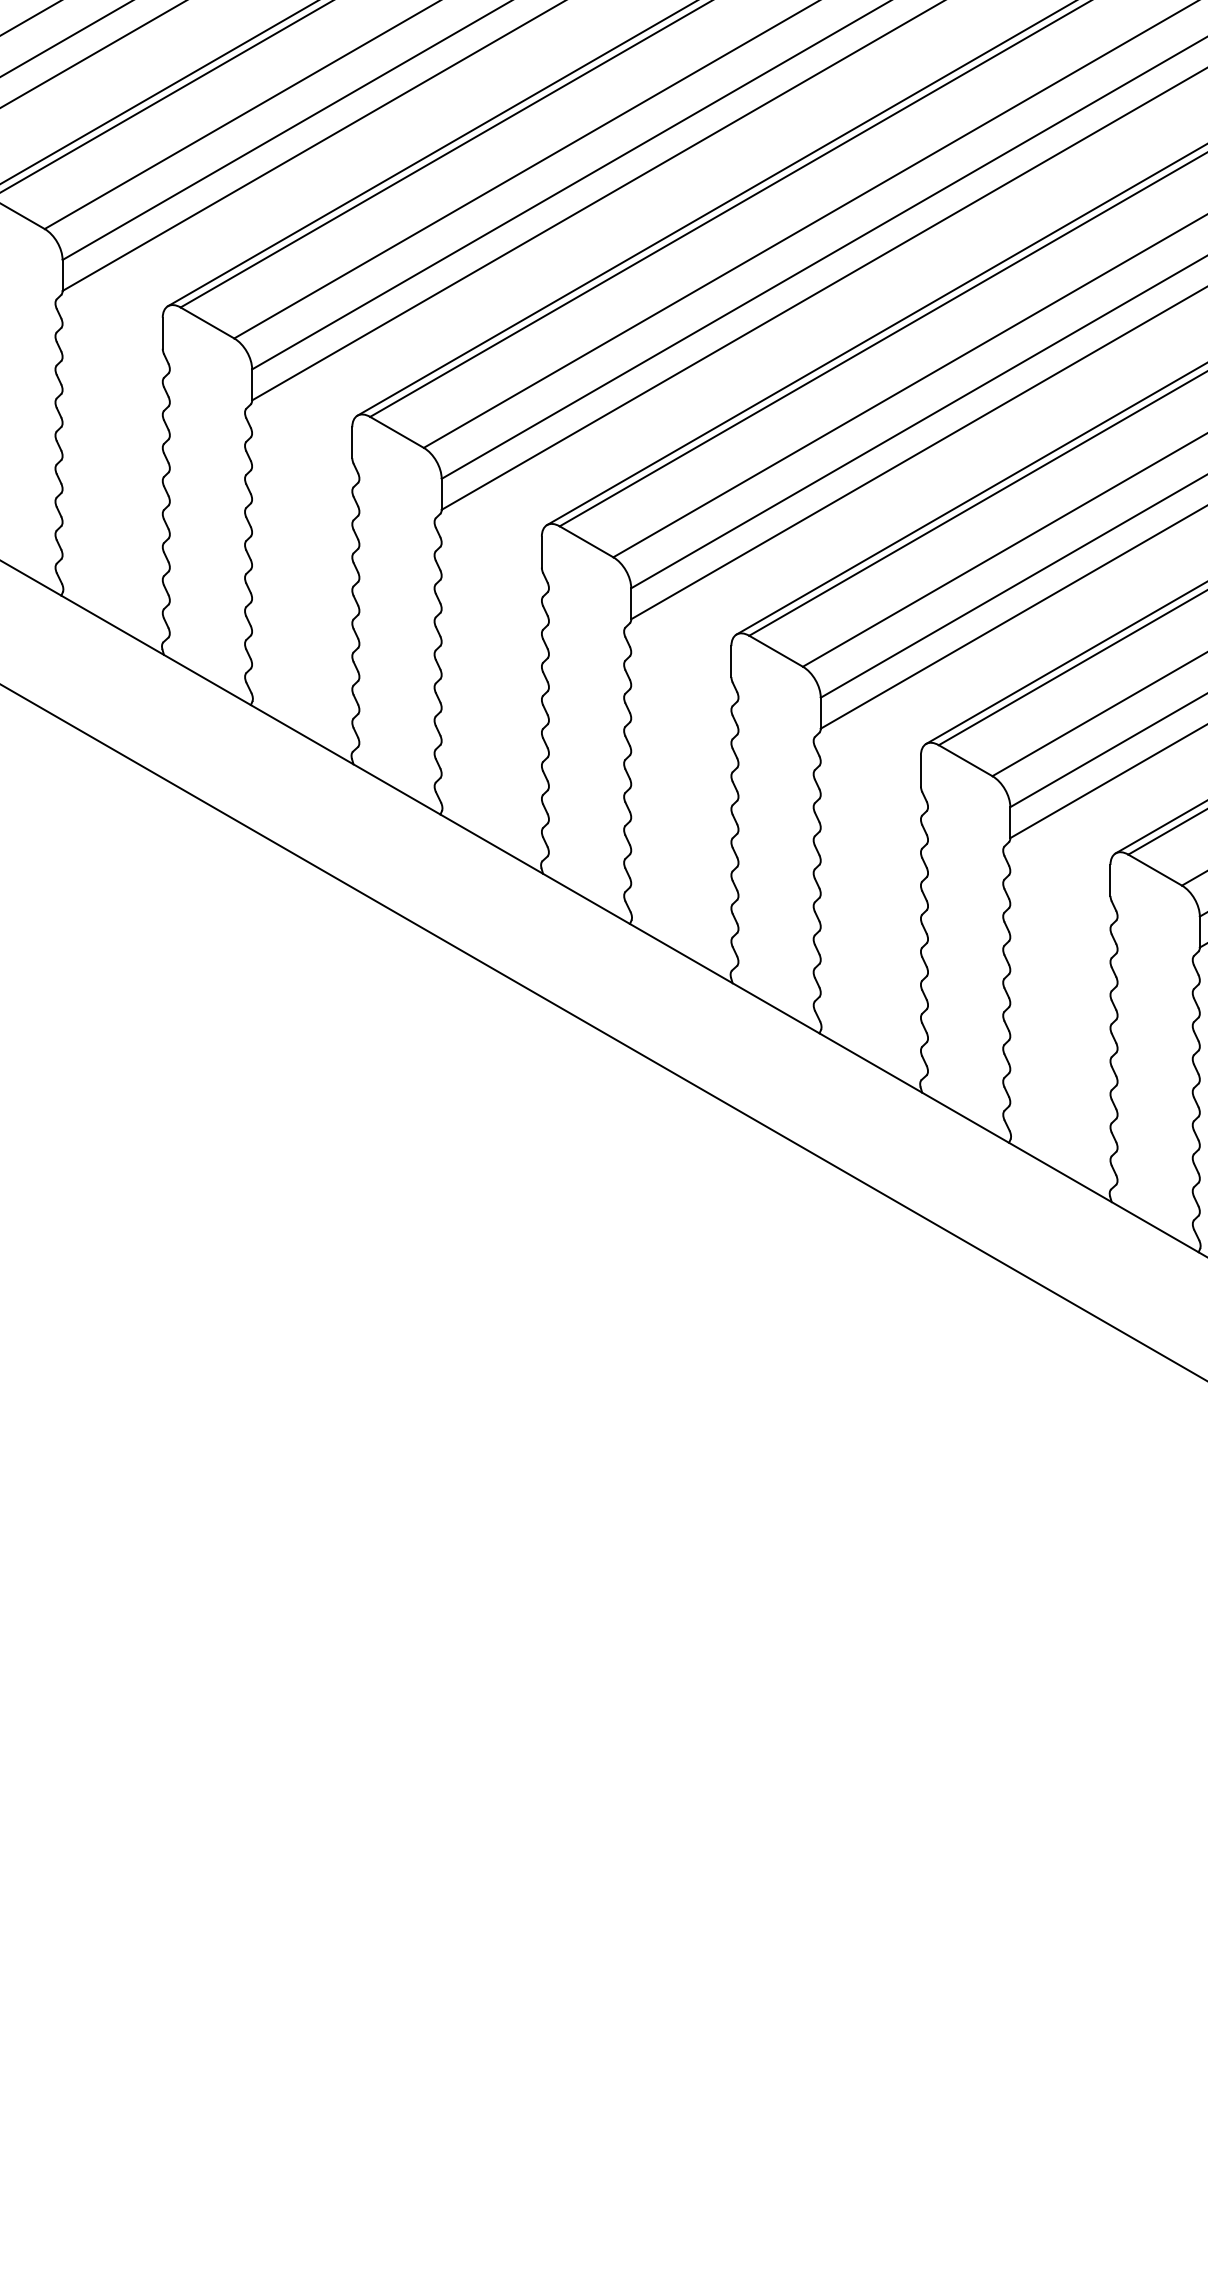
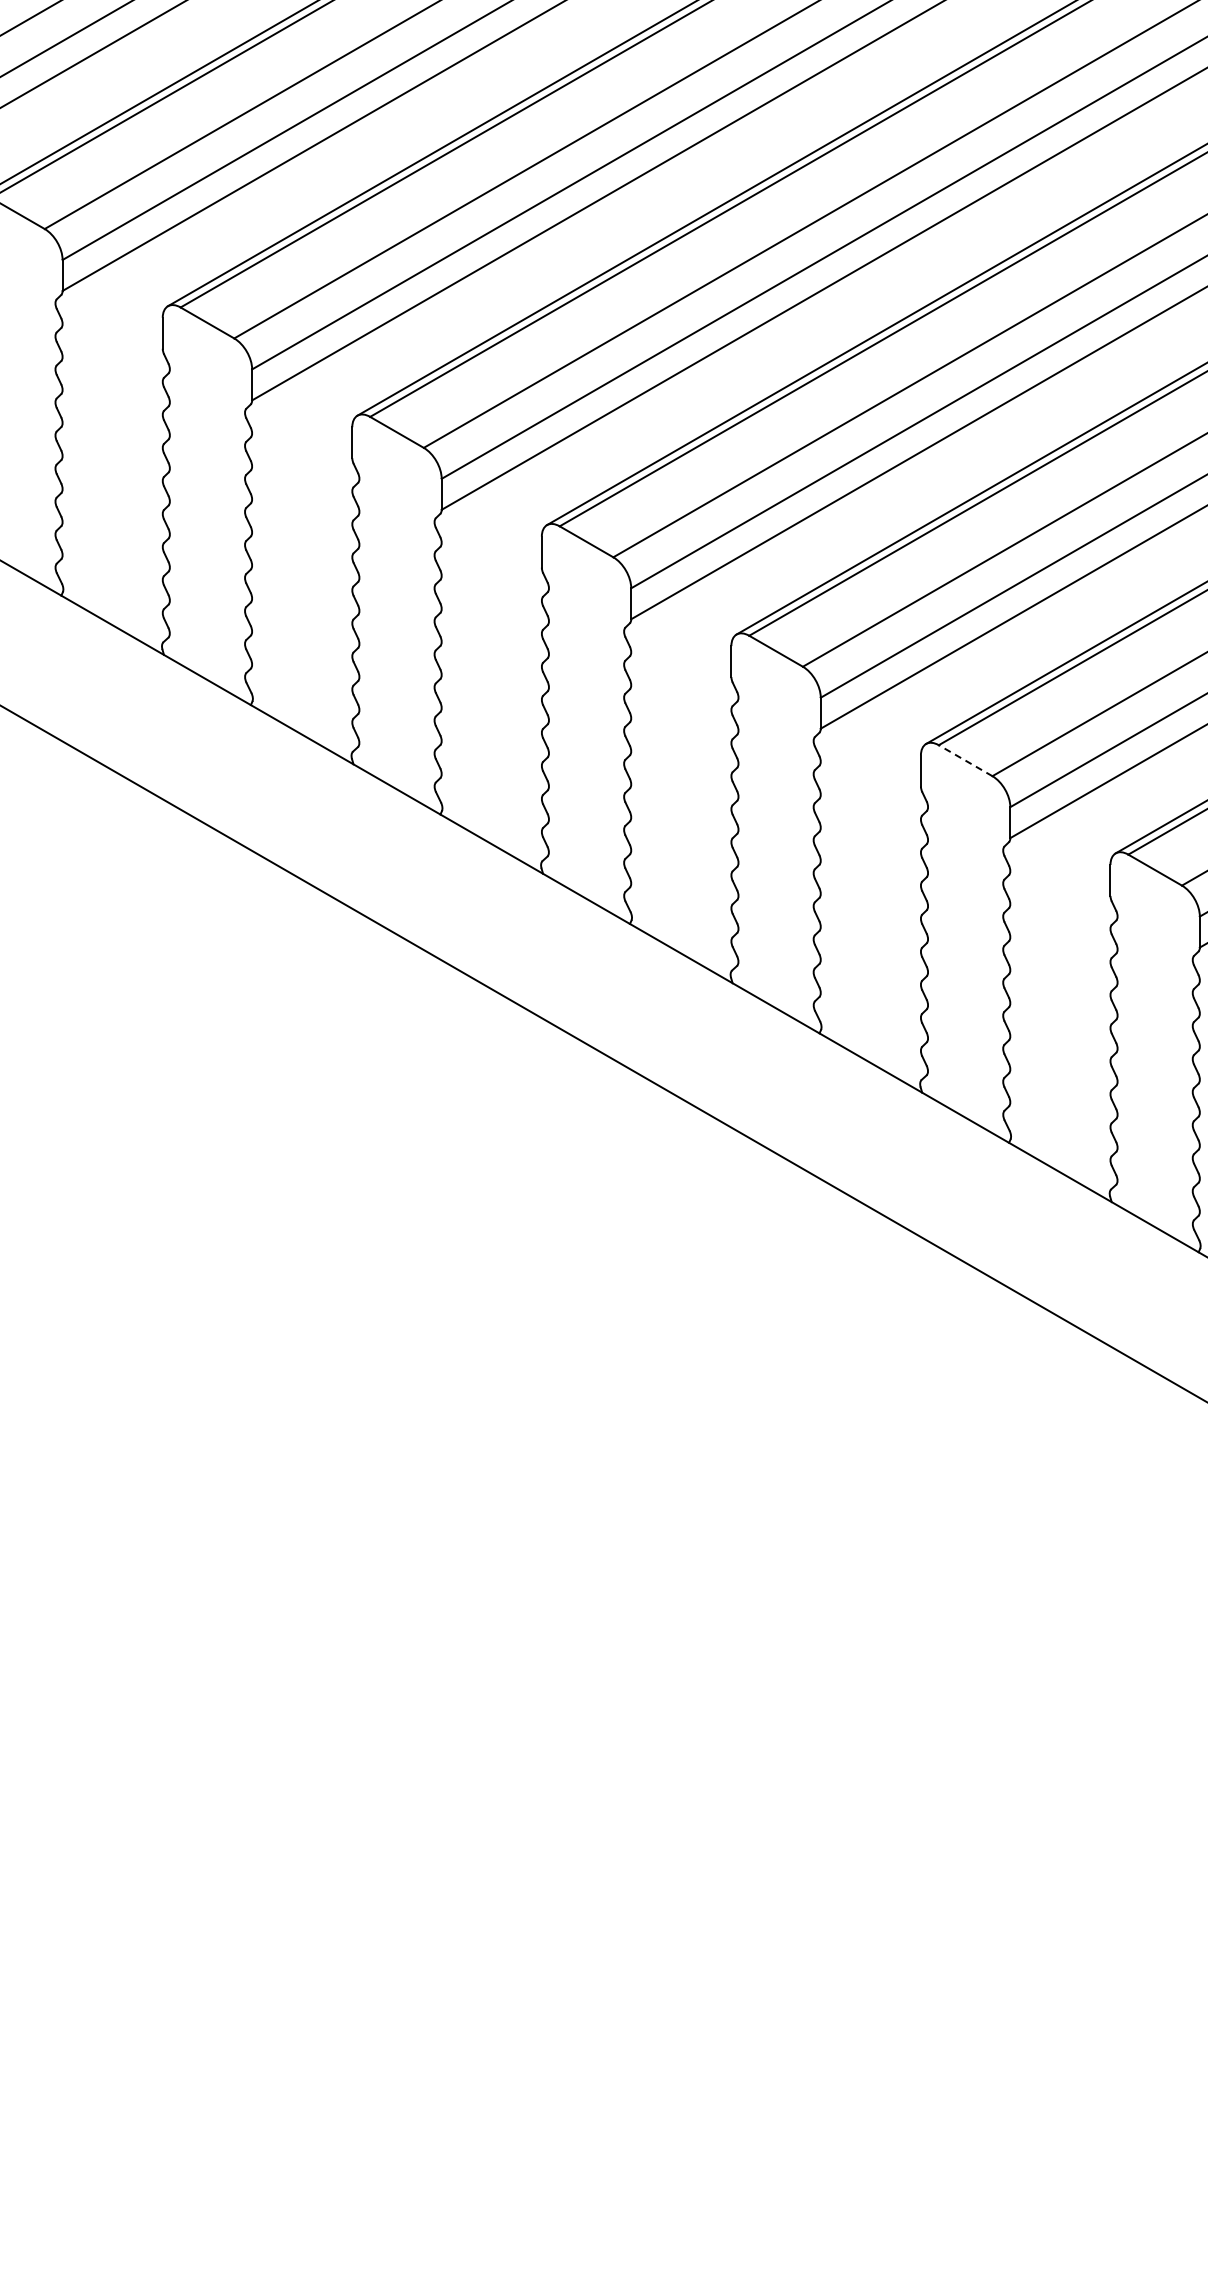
line at (965, 760): solid -> dashed
line at (603, 1032) position: (603, 1032) -> (603, 1053)
